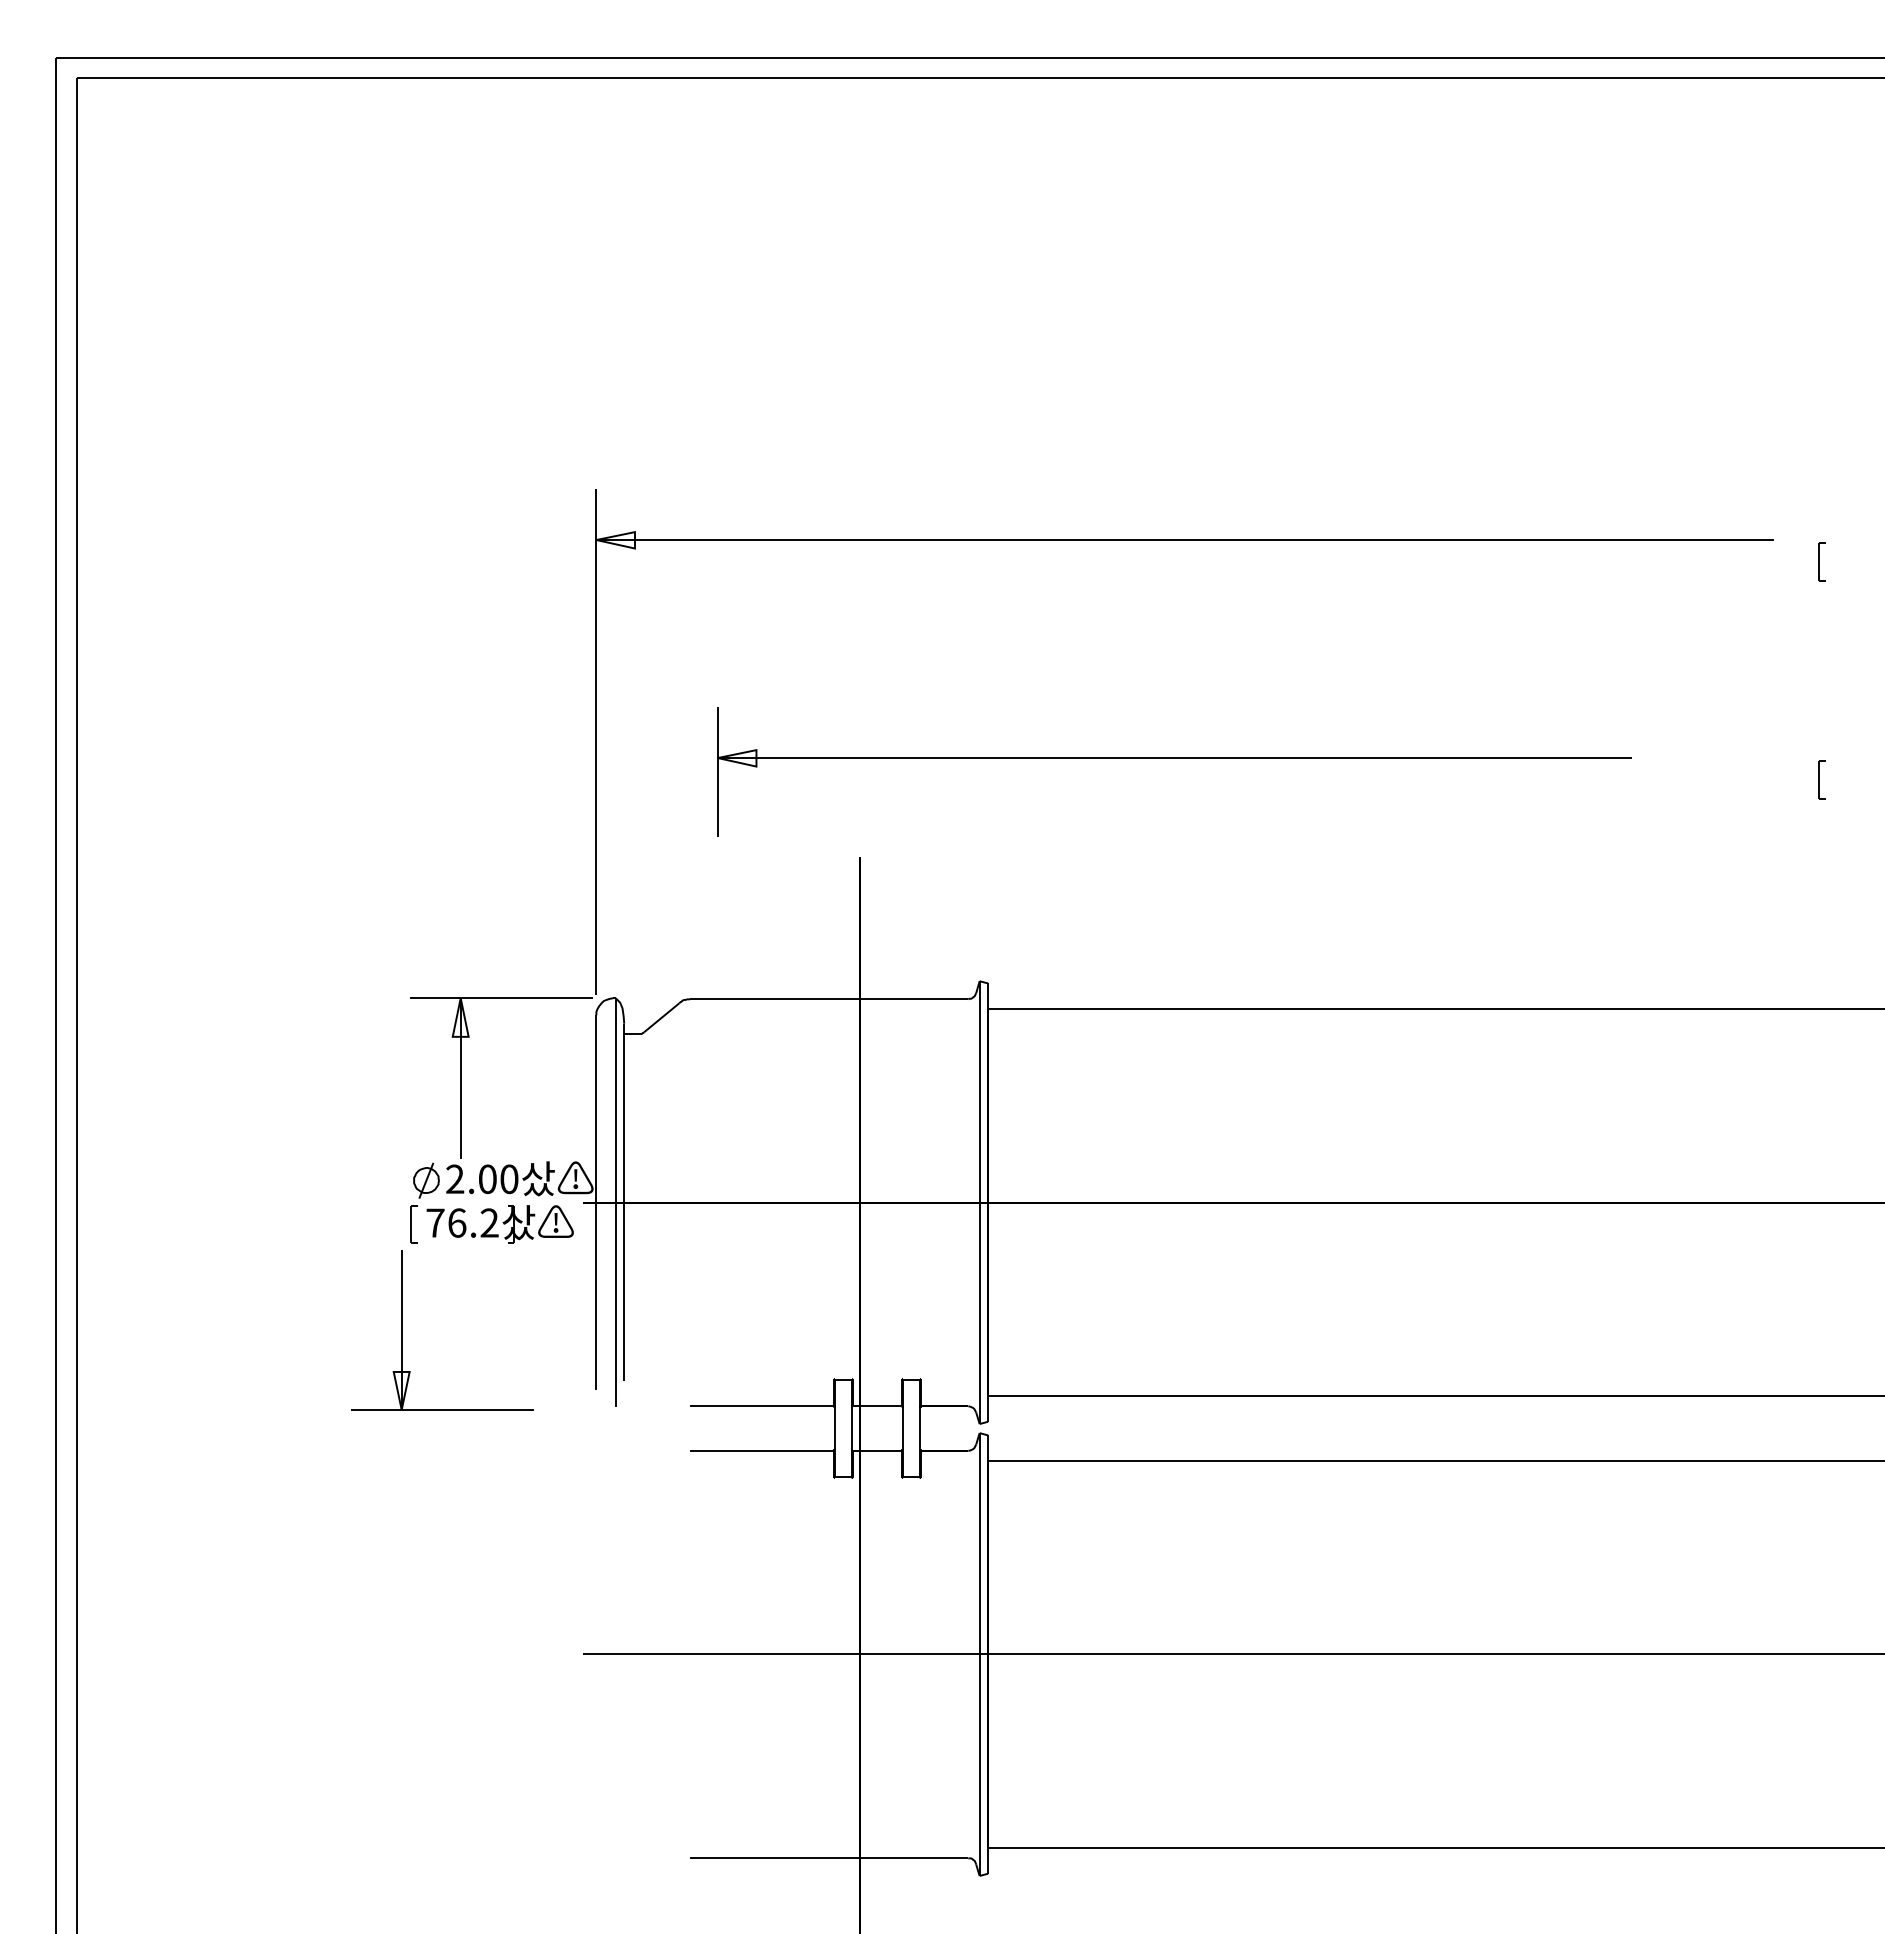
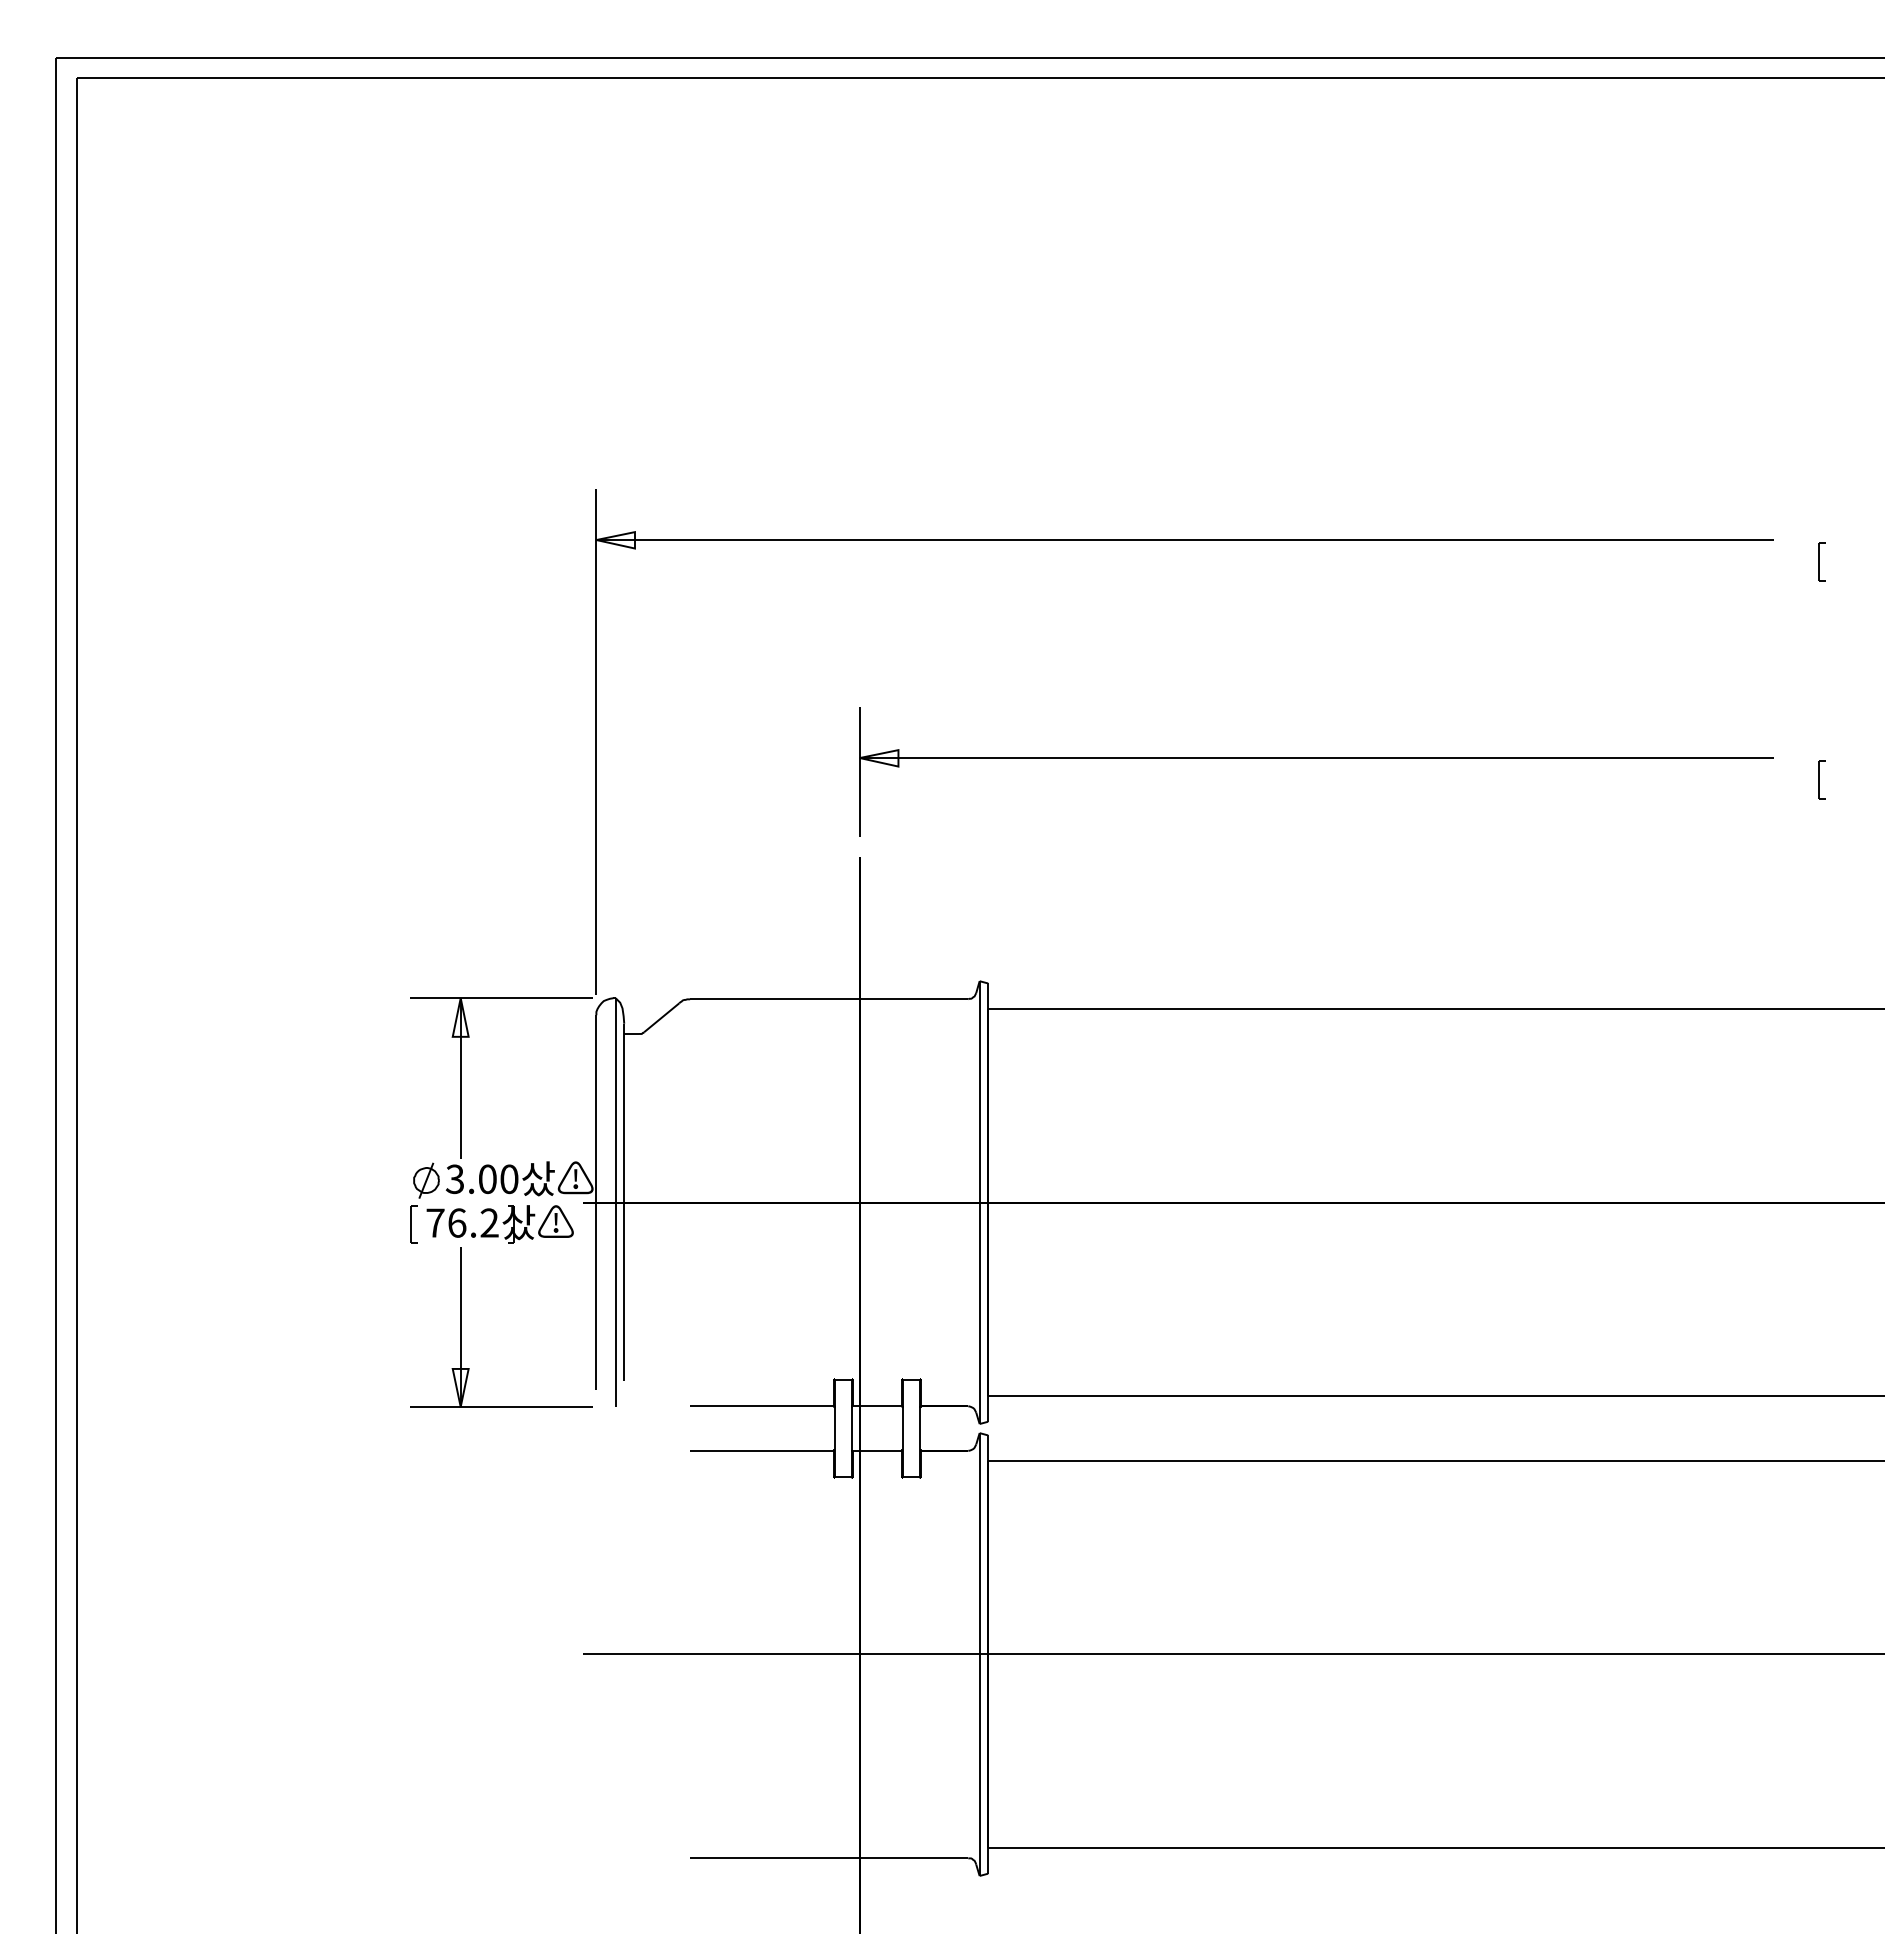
part at (1174, 758) position: (1174, 758) -> (1316, 758)
text at (454, 1179): 2.00 -> 3.00
part at (402, 1330) position: (402, 1330) -> (461, 1327)
